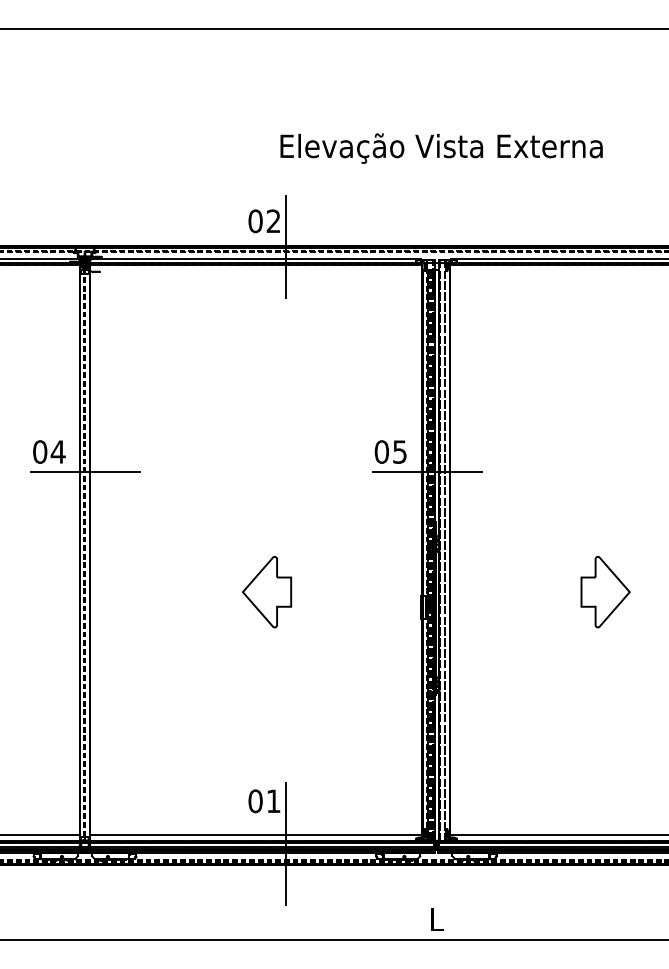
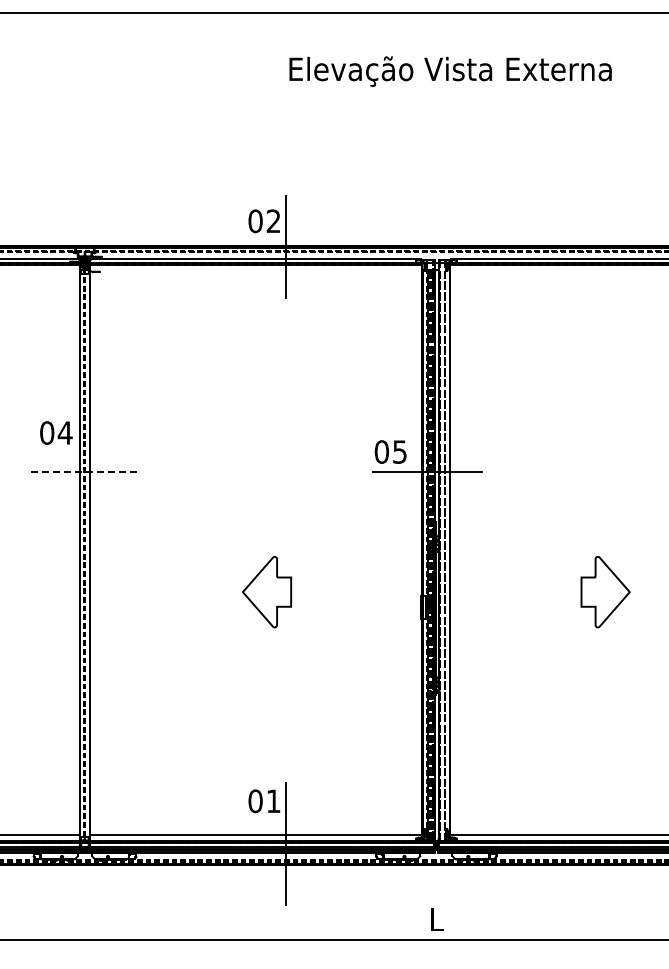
line at (333, 29) position: (333, 29) -> (333, 13)
text at (441, 148) position: (441, 148) -> (450, 71)
text at (49, 451) position: (49, 451) -> (56, 432)
line at (85, 472): solid -> dashed
